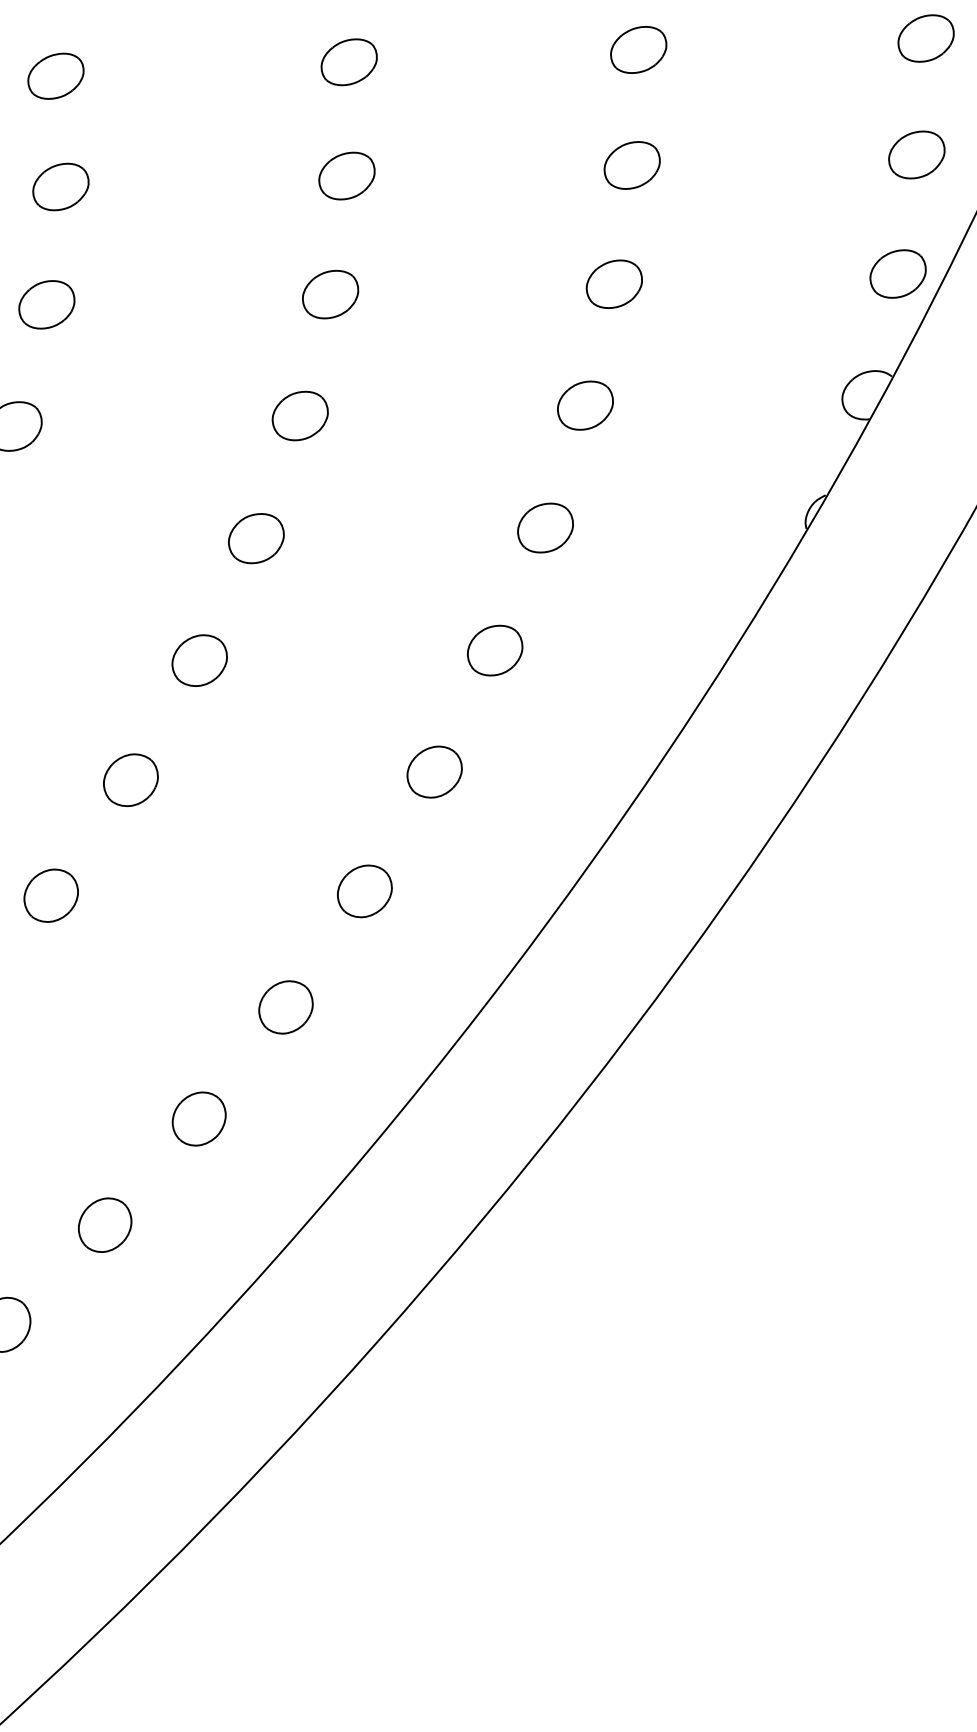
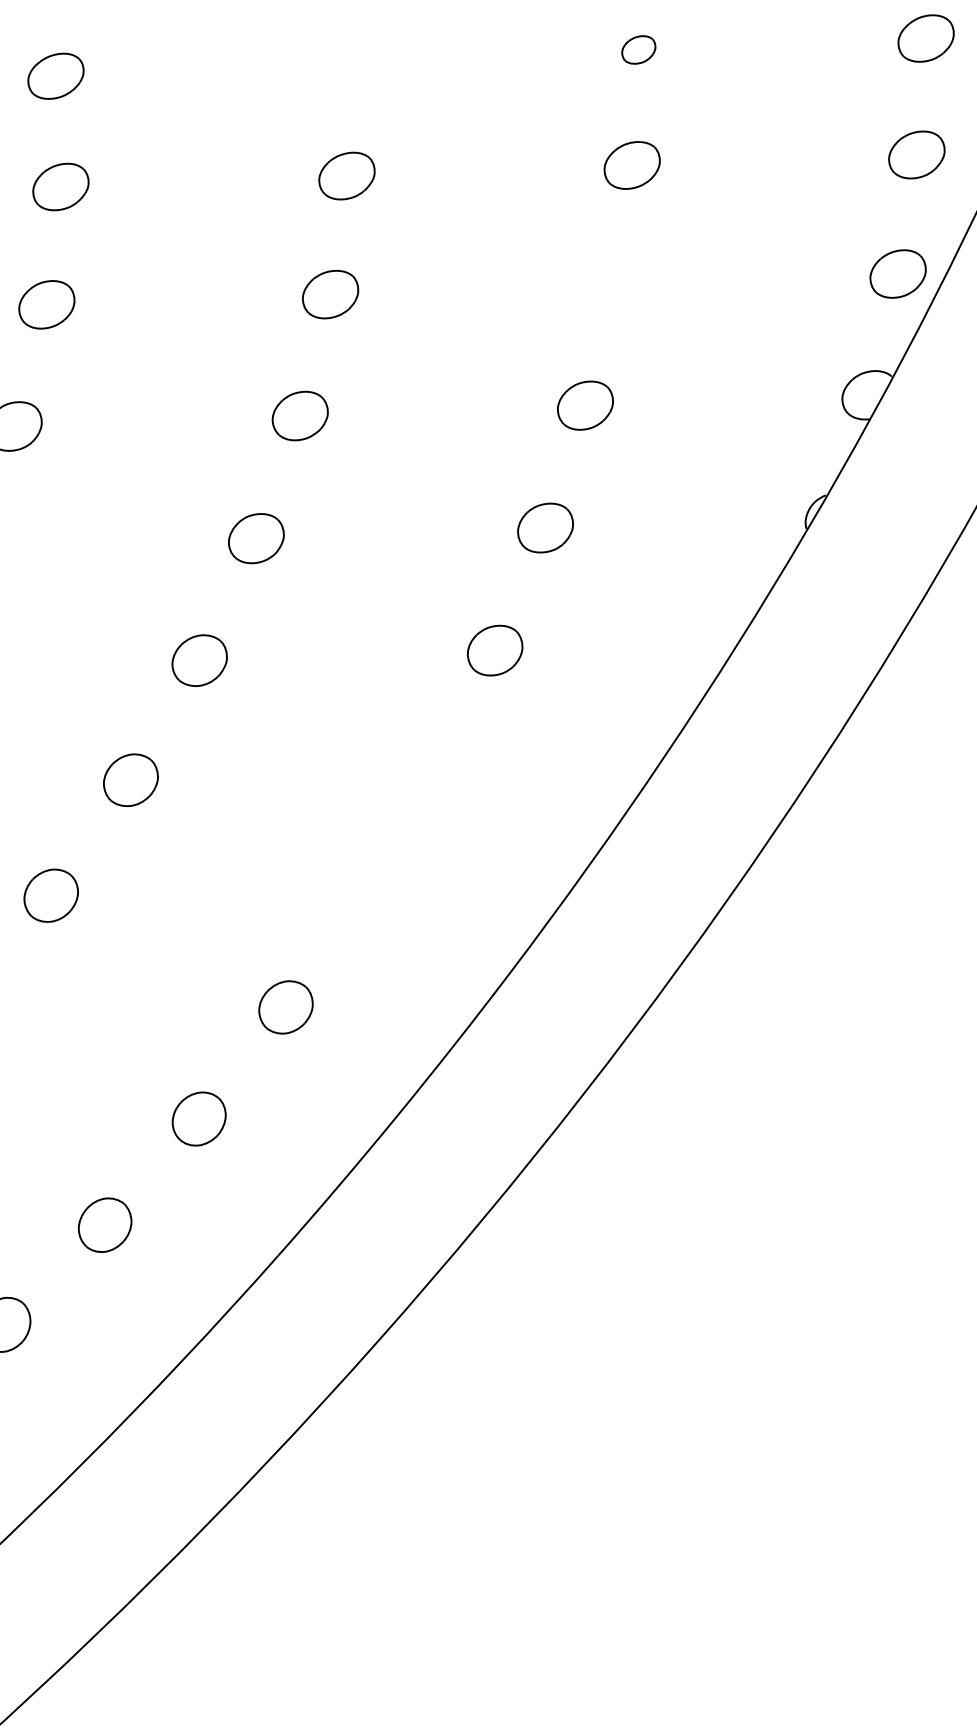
part at (638, 49) size: 58x48 px -> 36x30 px
part at (348, 62): present -> none
part at (613, 283): present -> none
part at (434, 771): present -> none
part at (364, 891): present -> none
